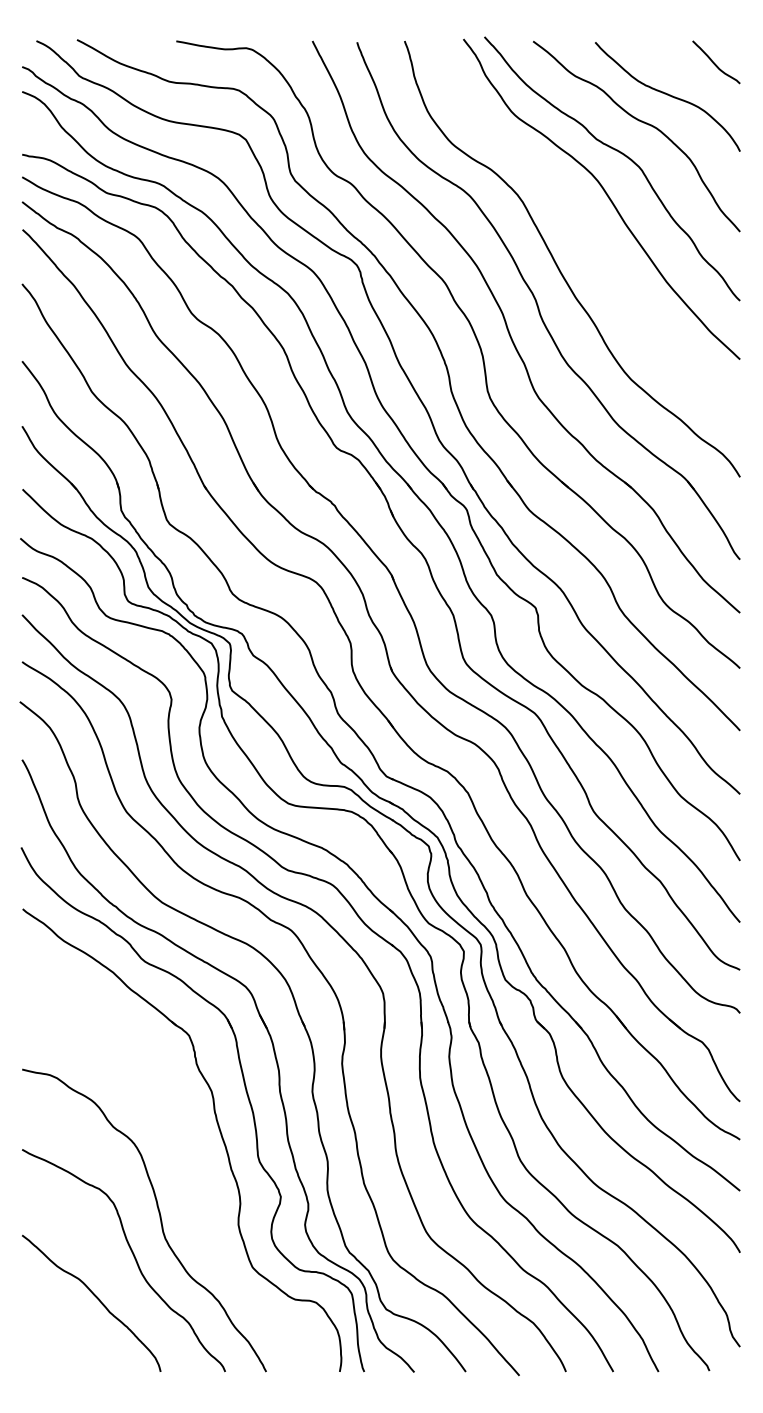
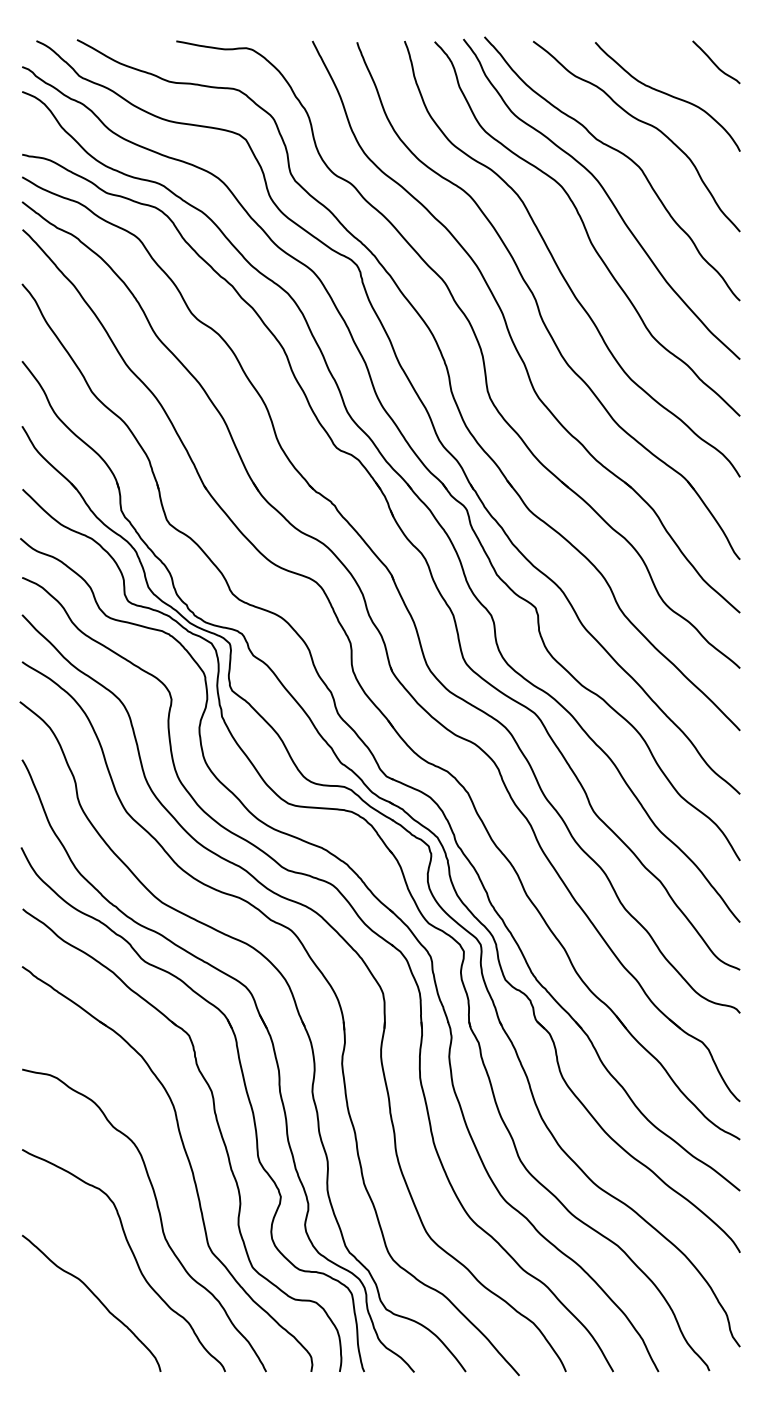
curve at (586, 228): none -> present
part at (187, 1160): none -> present
